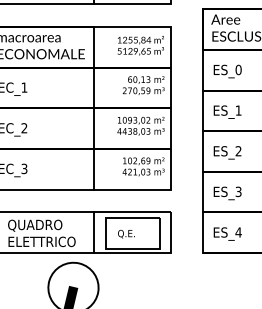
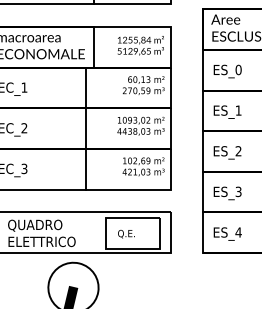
line at (93, 128) position: (93, 128) -> (85, 128)
line at (93, 232): present -> none
